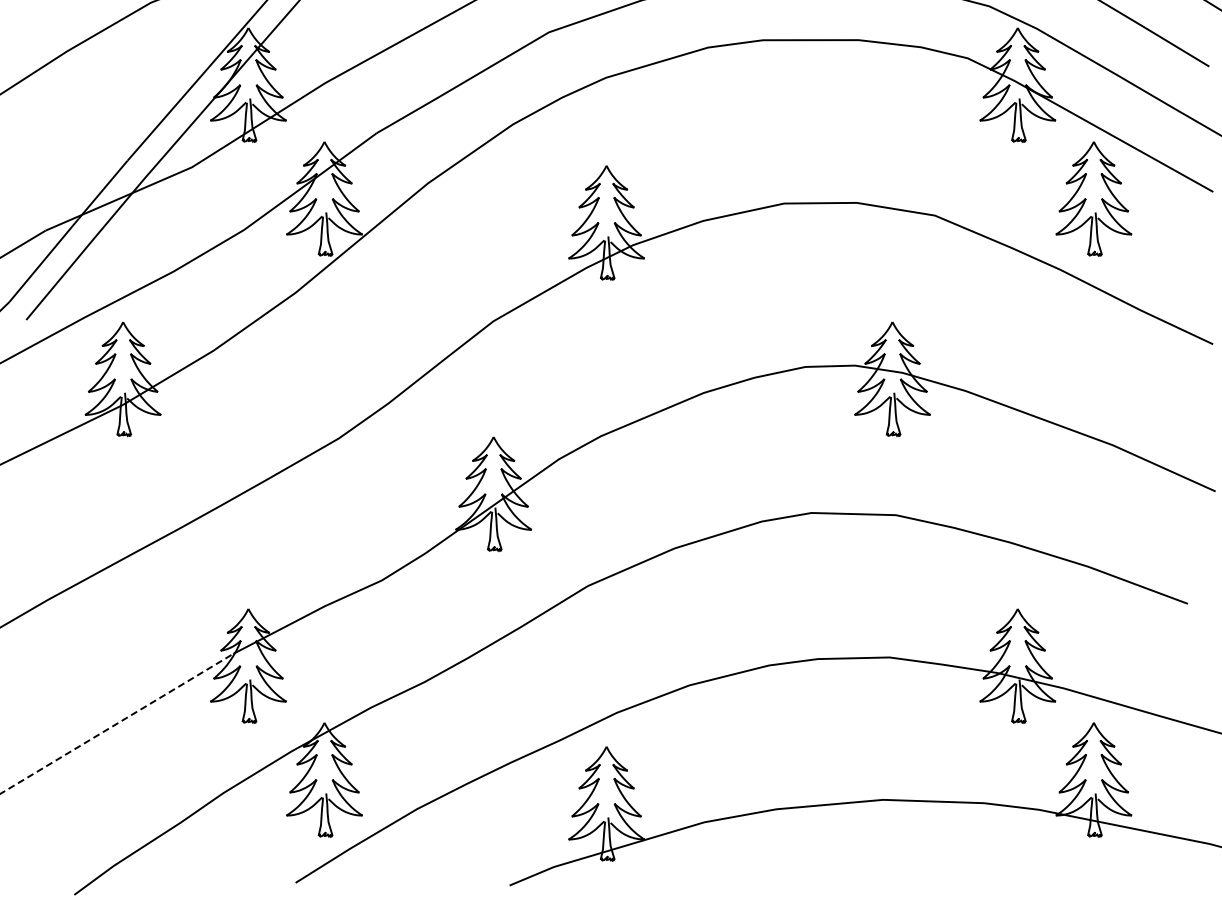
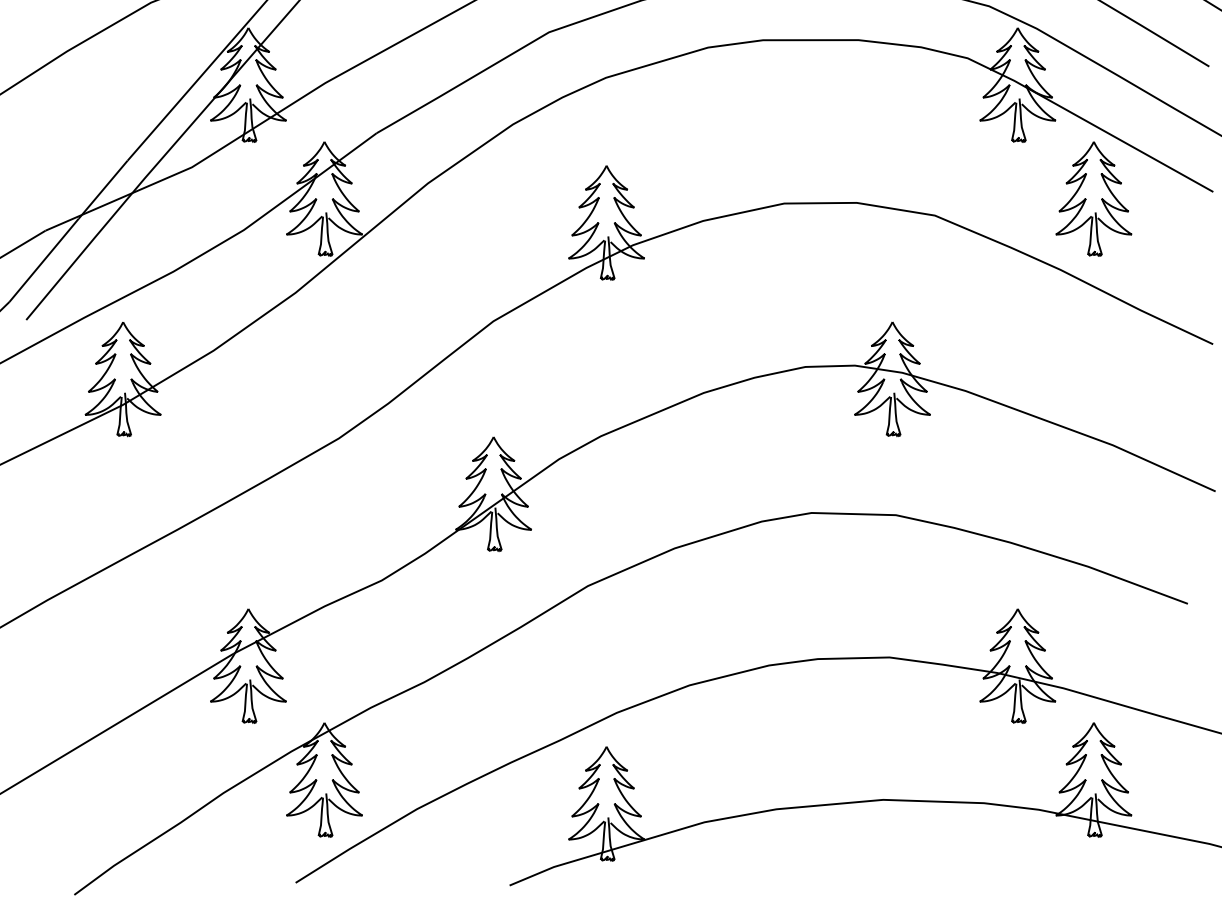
line at (116, 723): dashed -> solid
